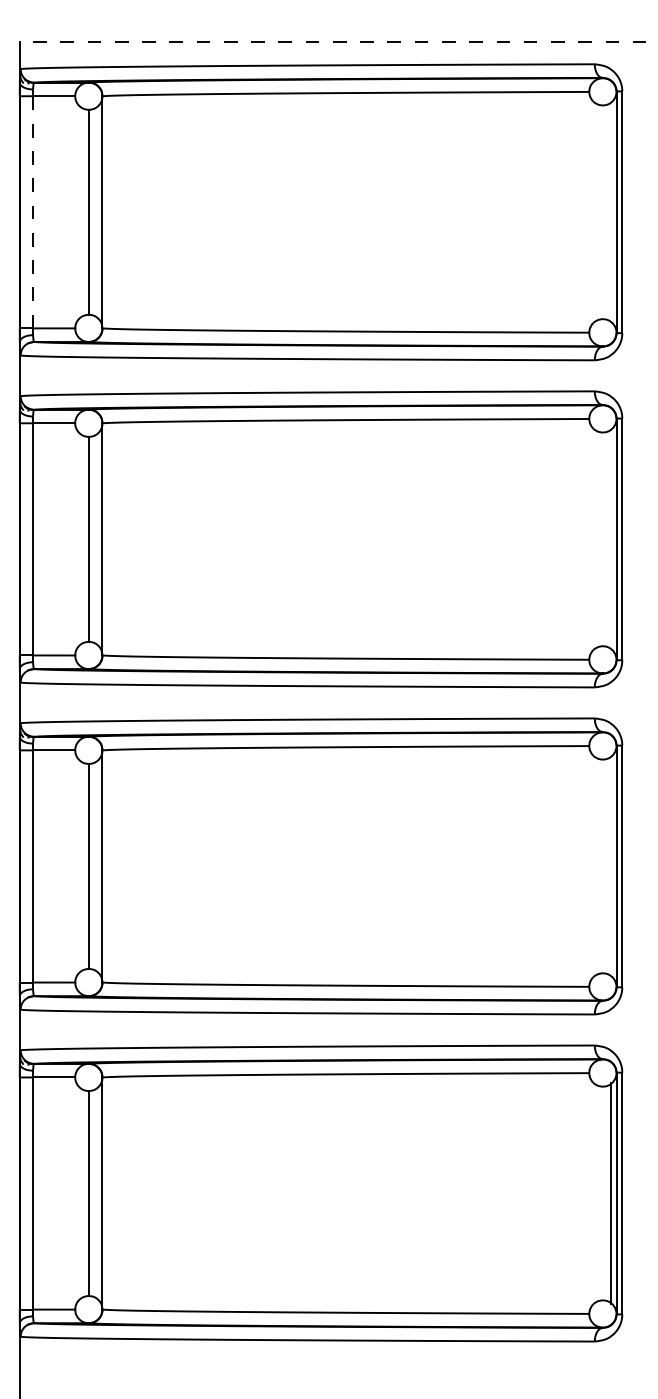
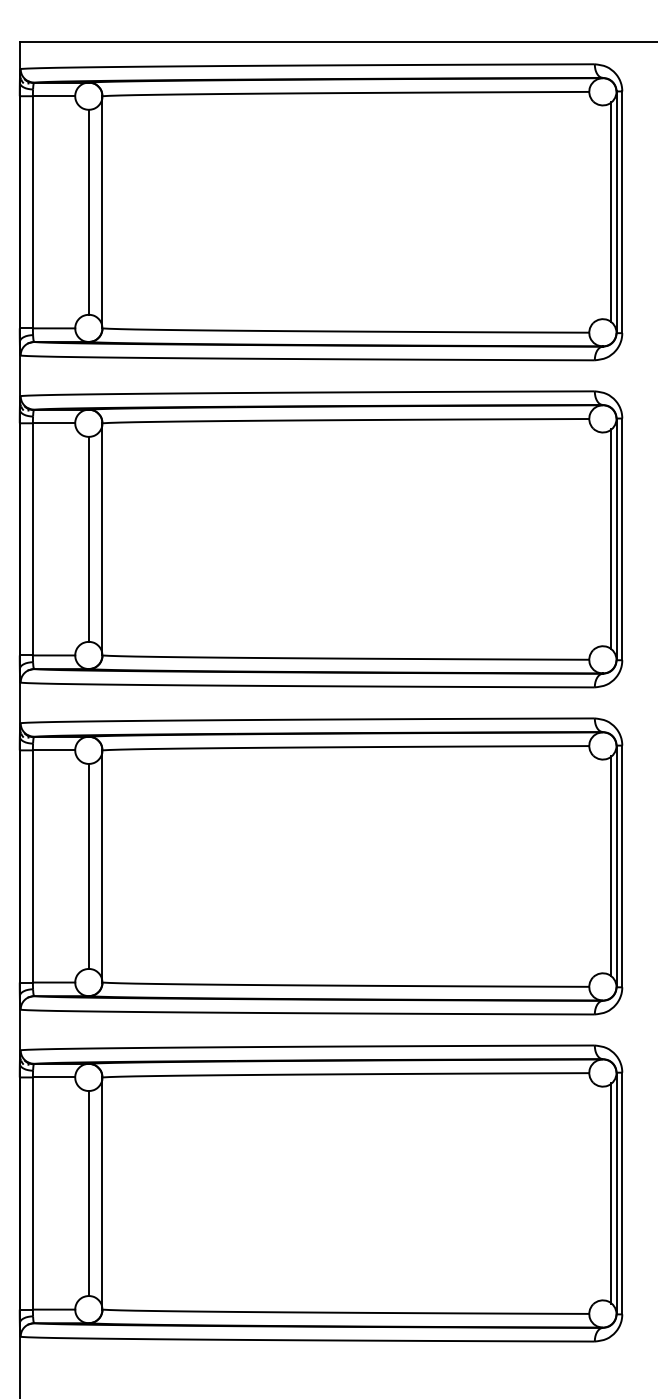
line at (338, 41): dashed -> solid
line at (32, 211): dashed -> solid
line at (611, 212): none -> present
line at (611, 539): none -> present
line at (611, 866): none -> present
